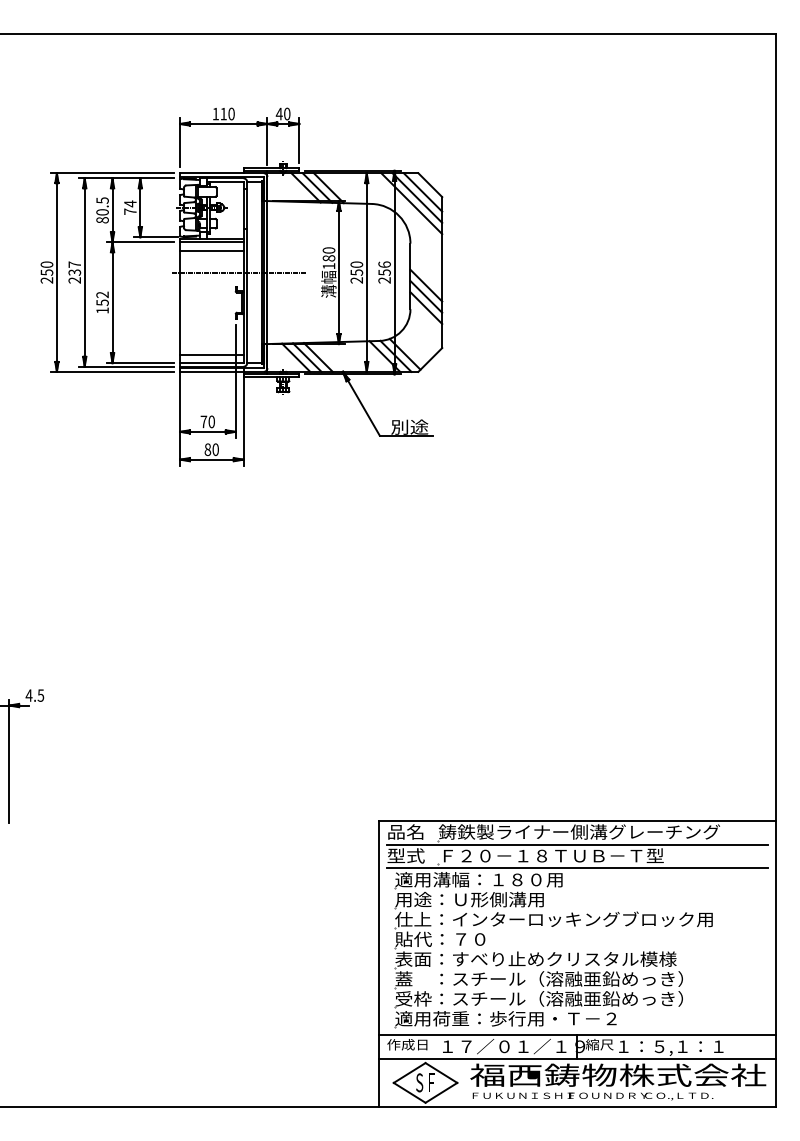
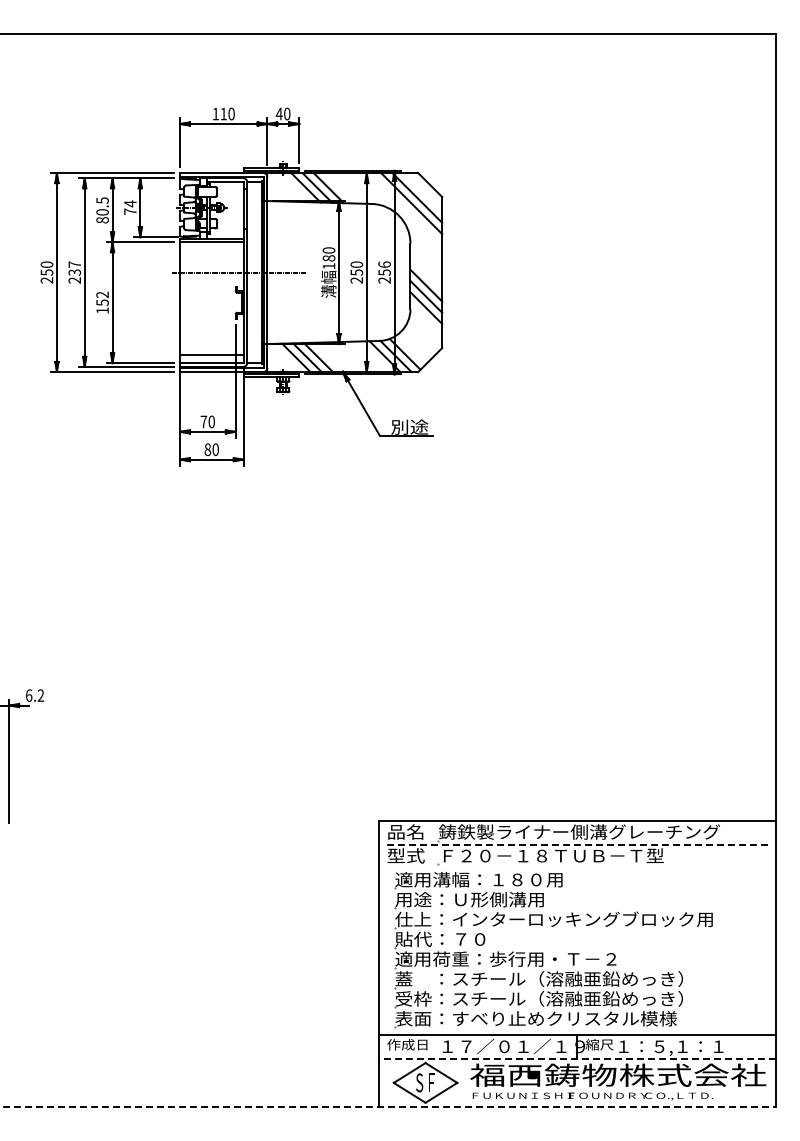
line at (422, 192): present -> none
line at (211, 250): present -> none
text at (34, 695): 4.5 -> 6.2
line at (577, 844): solid -> dashed
line at (576, 868): present -> none
text at (535, 958): 表面：すべり止めクリスタル模様 -> 適用荷重：歩行用・Ｔ－２
text at (535, 1018): 適用荷重：歩行用・Ｔ－２ -> 表面：すべり止めクリスタル模様
line at (577, 1059): solid -> dashed
line at (388, 1106): solid -> dashed
